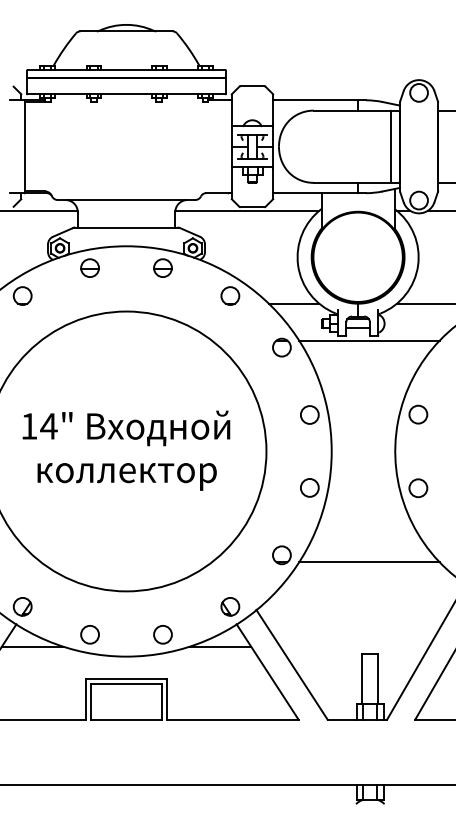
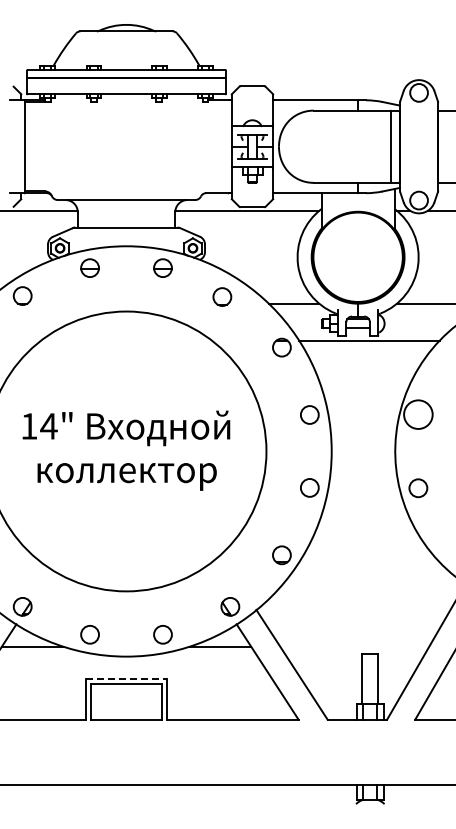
part at (230, 295) position: (230, 295) -> (222, 296)
circle at (418, 414) diameter: 18 px -> 29 px
line at (368, 562): present -> none
line at (126, 679): solid -> dashed
